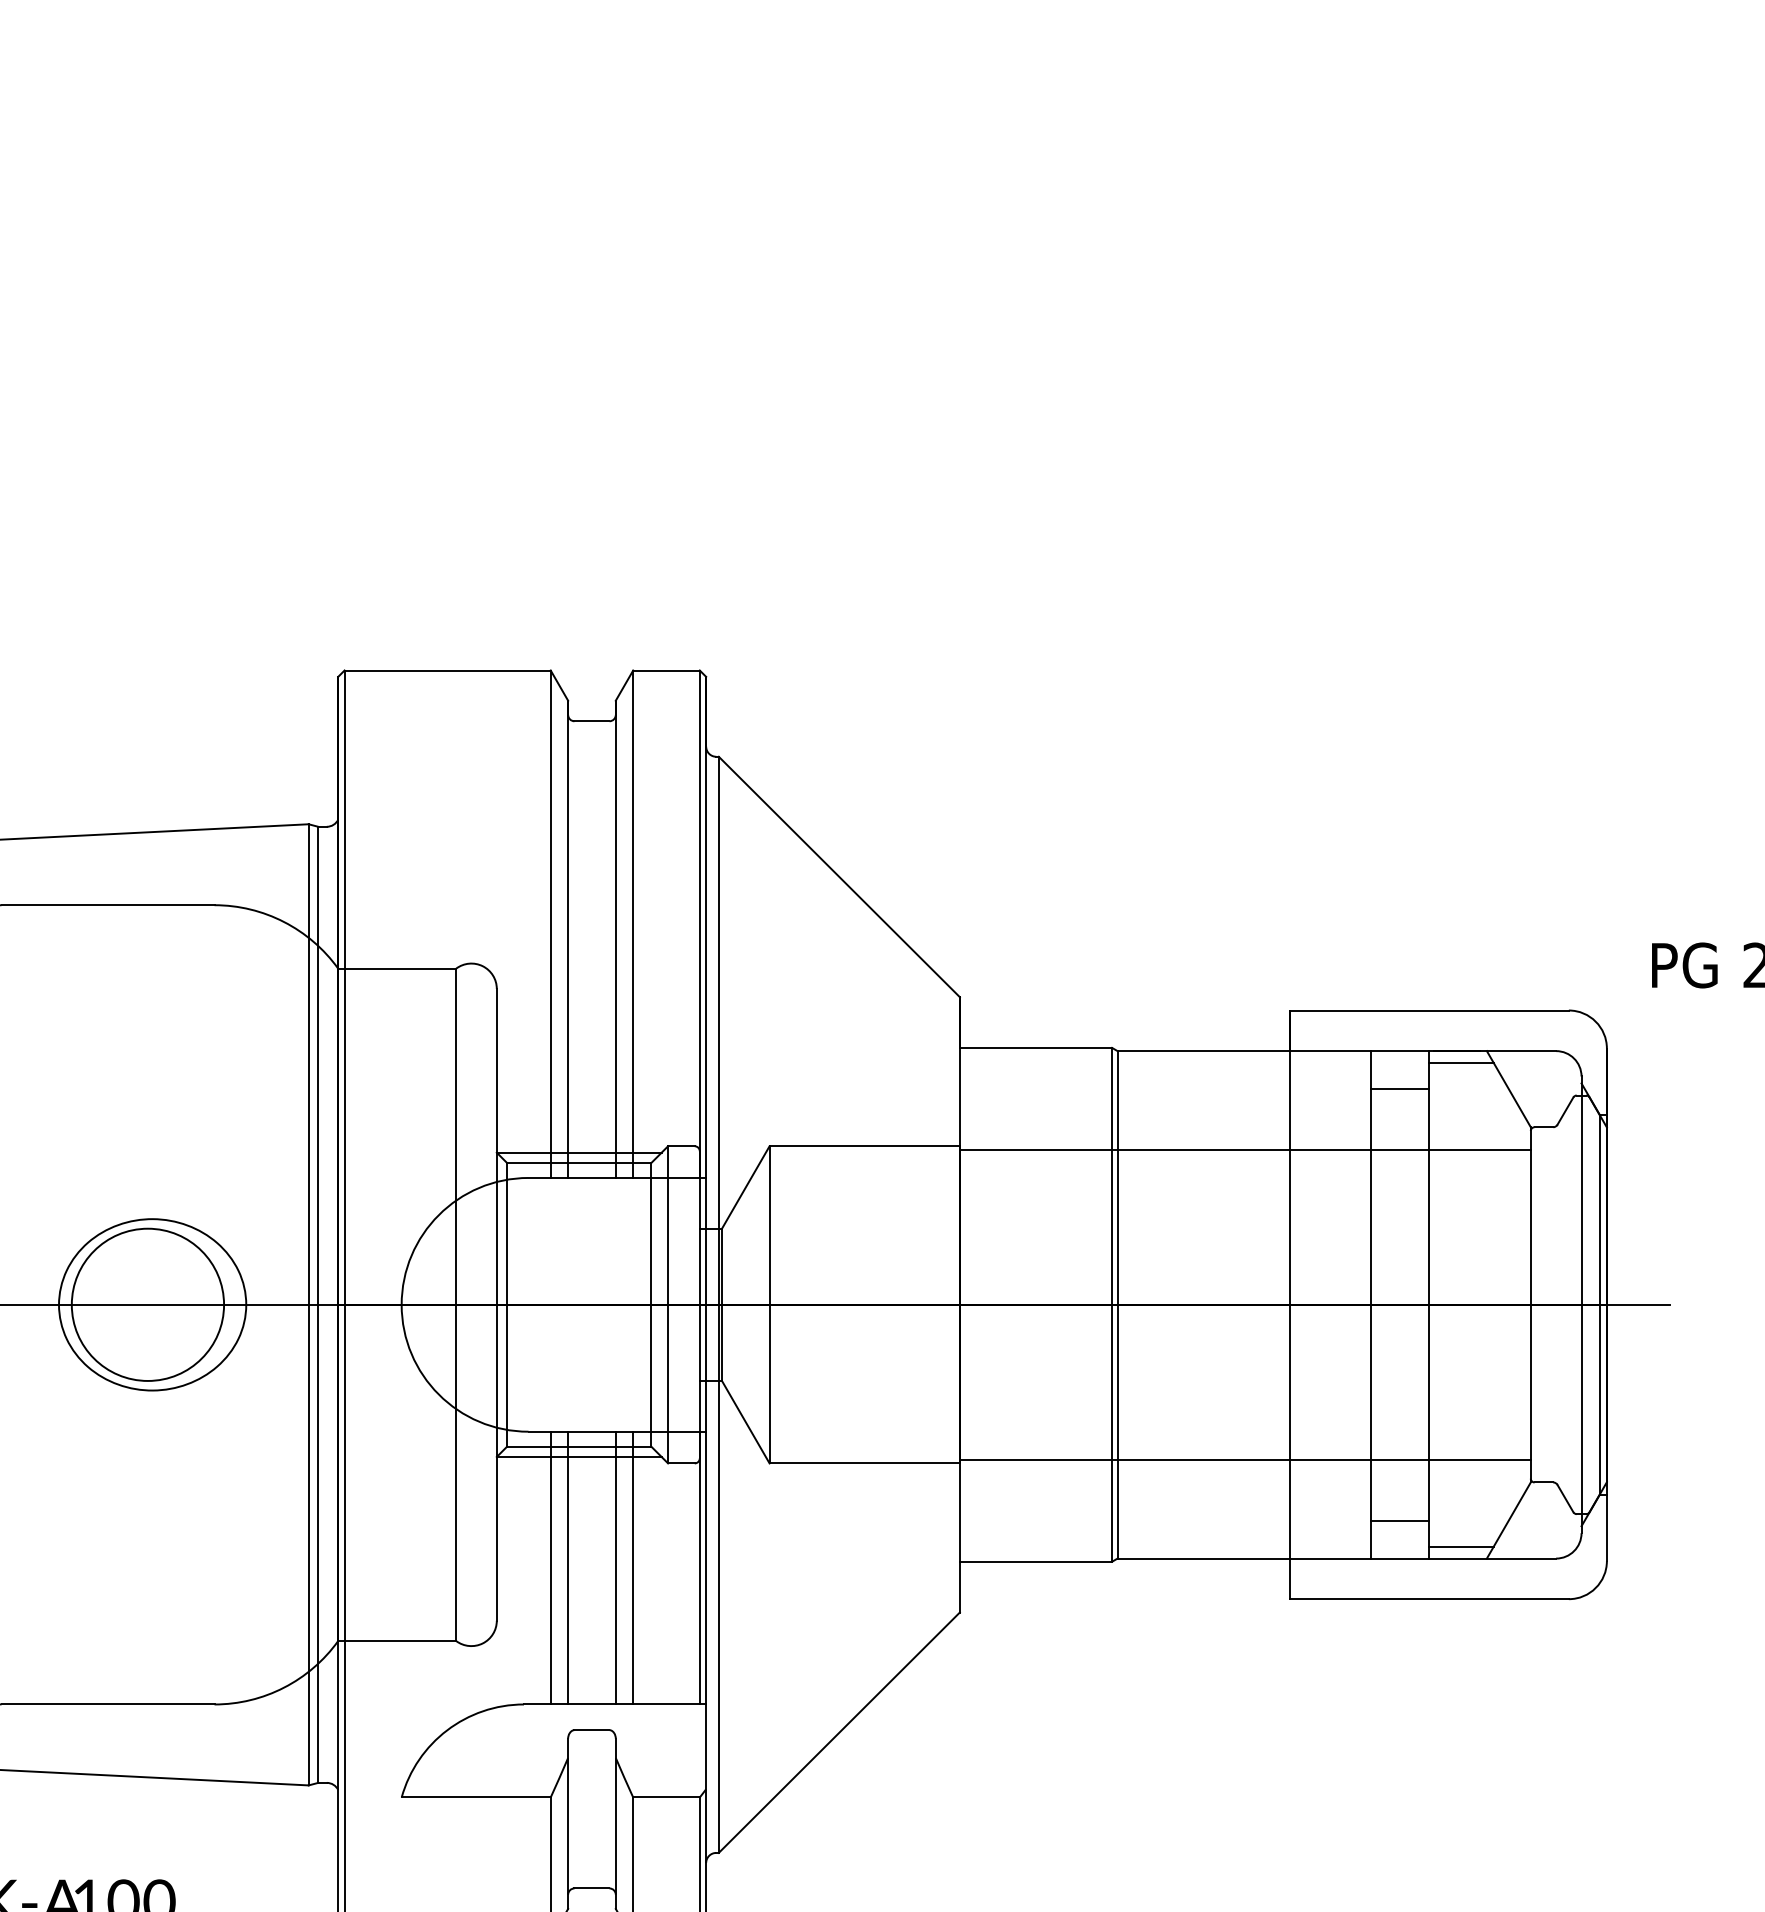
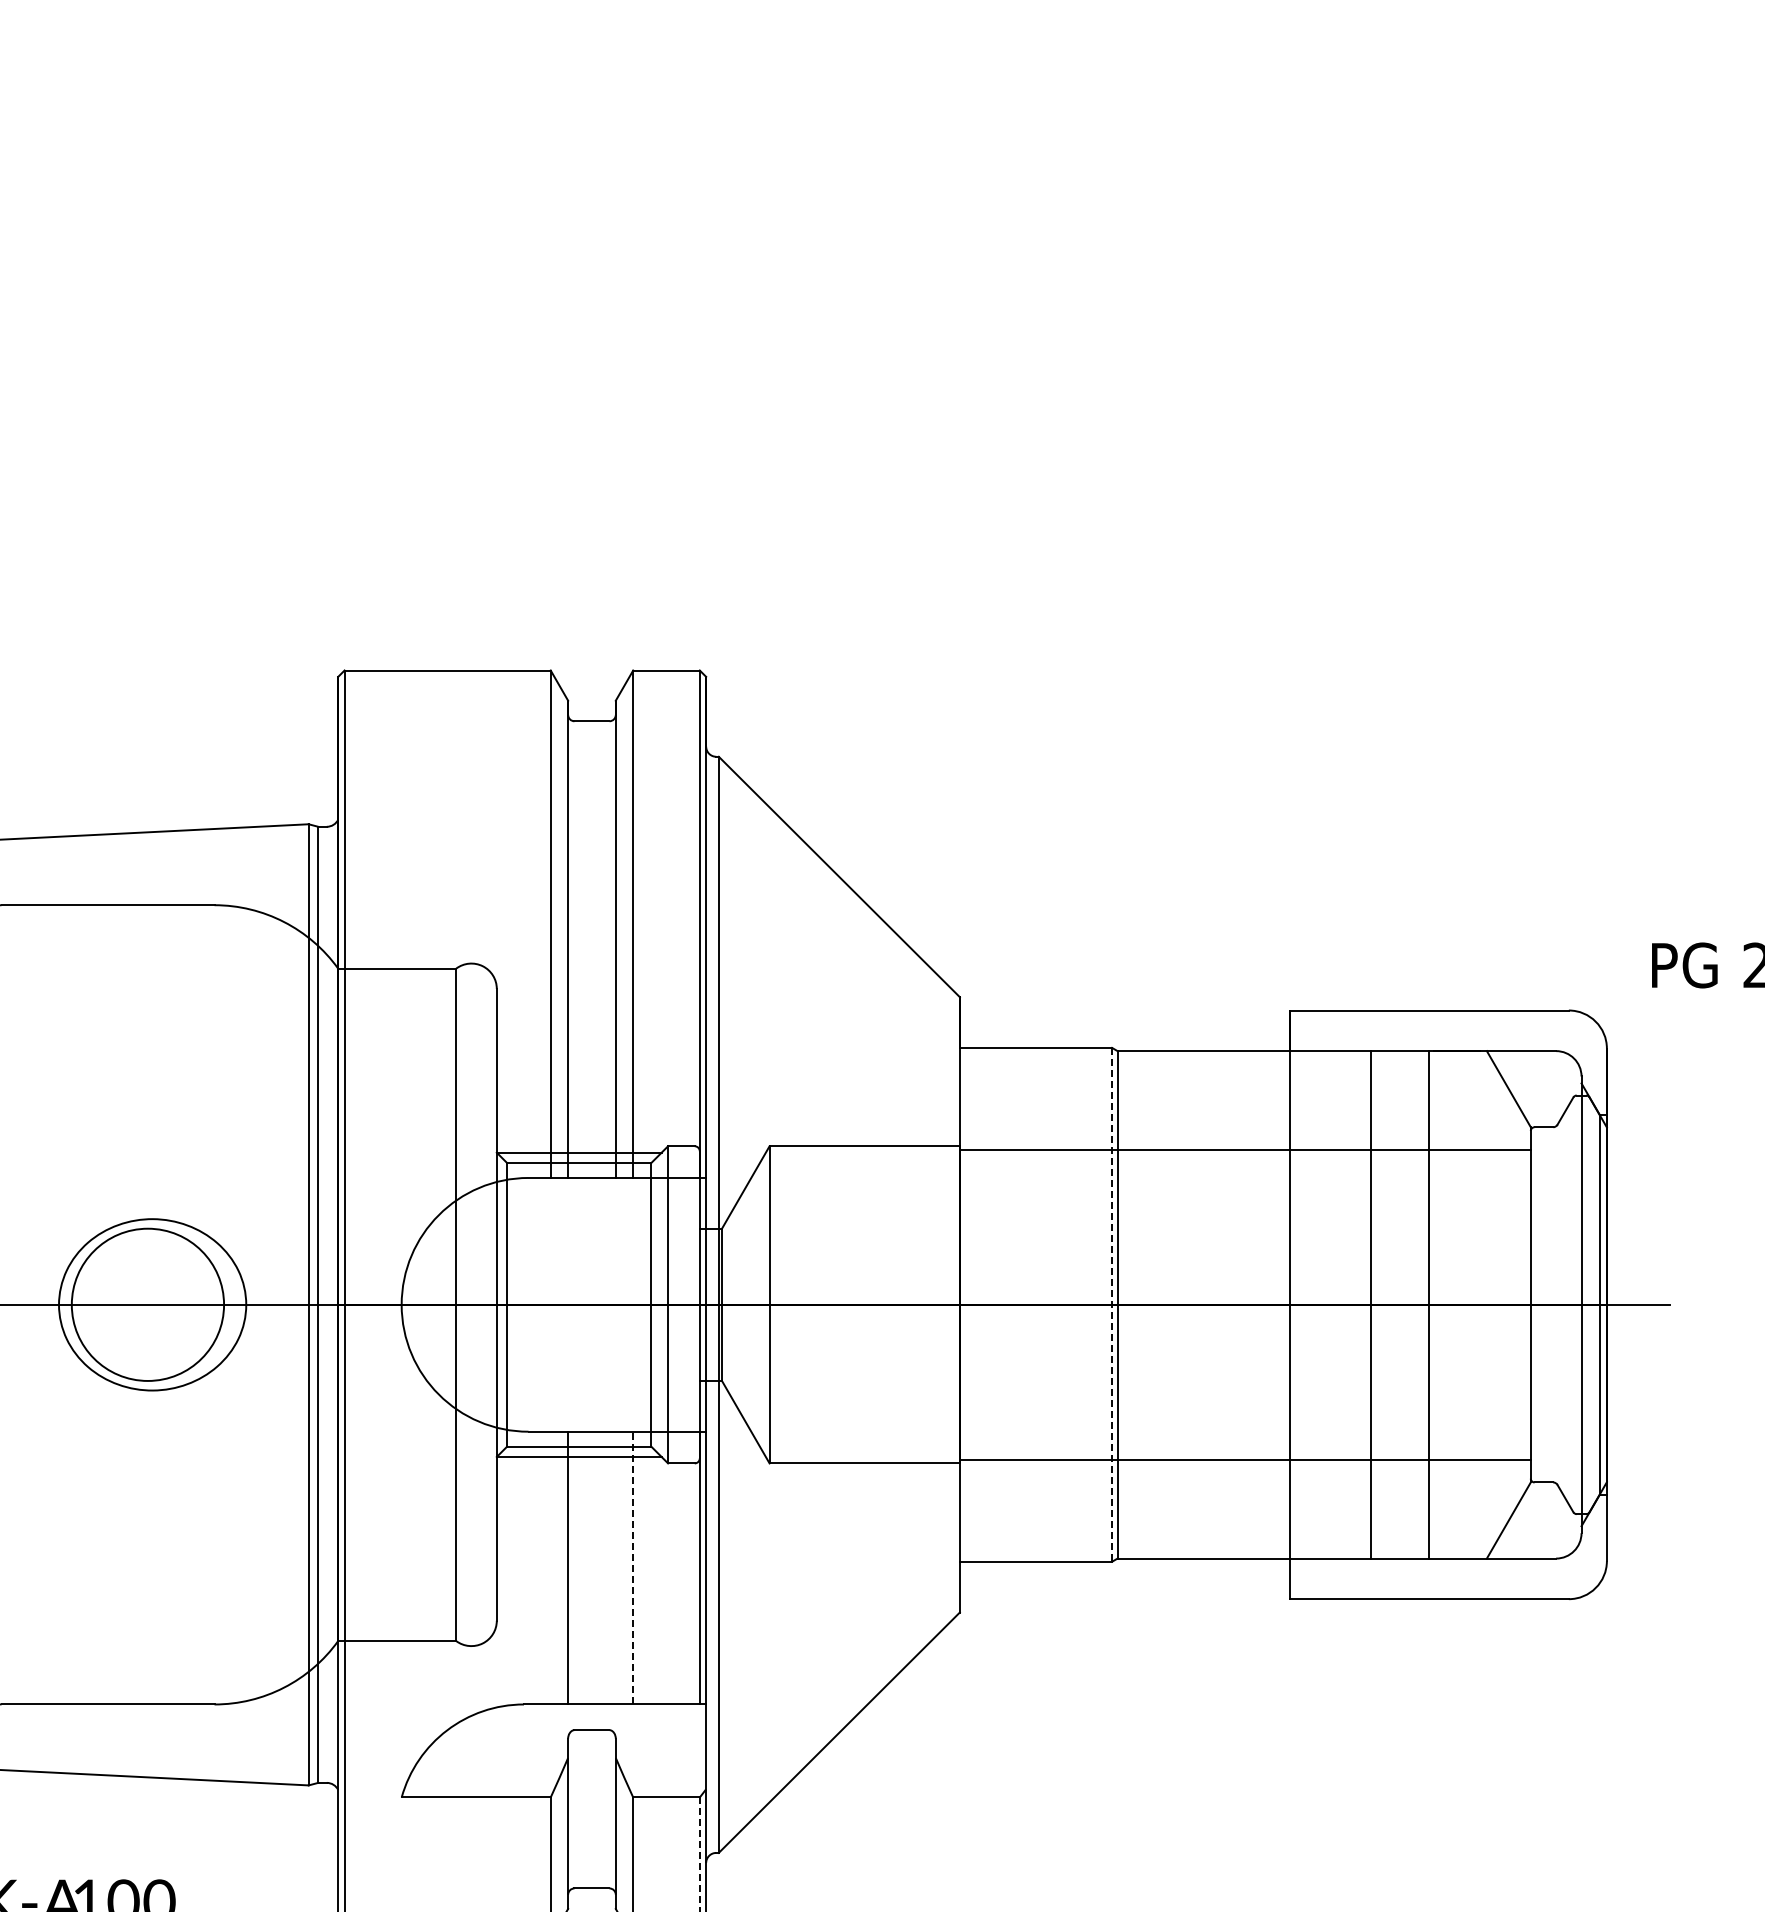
line at (1461, 1062): present -> none
line at (1399, 1089): present -> none
line at (1112, 1304): solid -> dashed
line at (1399, 1520): present -> none
line at (1461, 1546): present -> none
line at (550, 1567): present -> none
line at (615, 1567): present -> none
line at (633, 1567): solid -> dashed
line at (699, 1854): solid -> dashed
